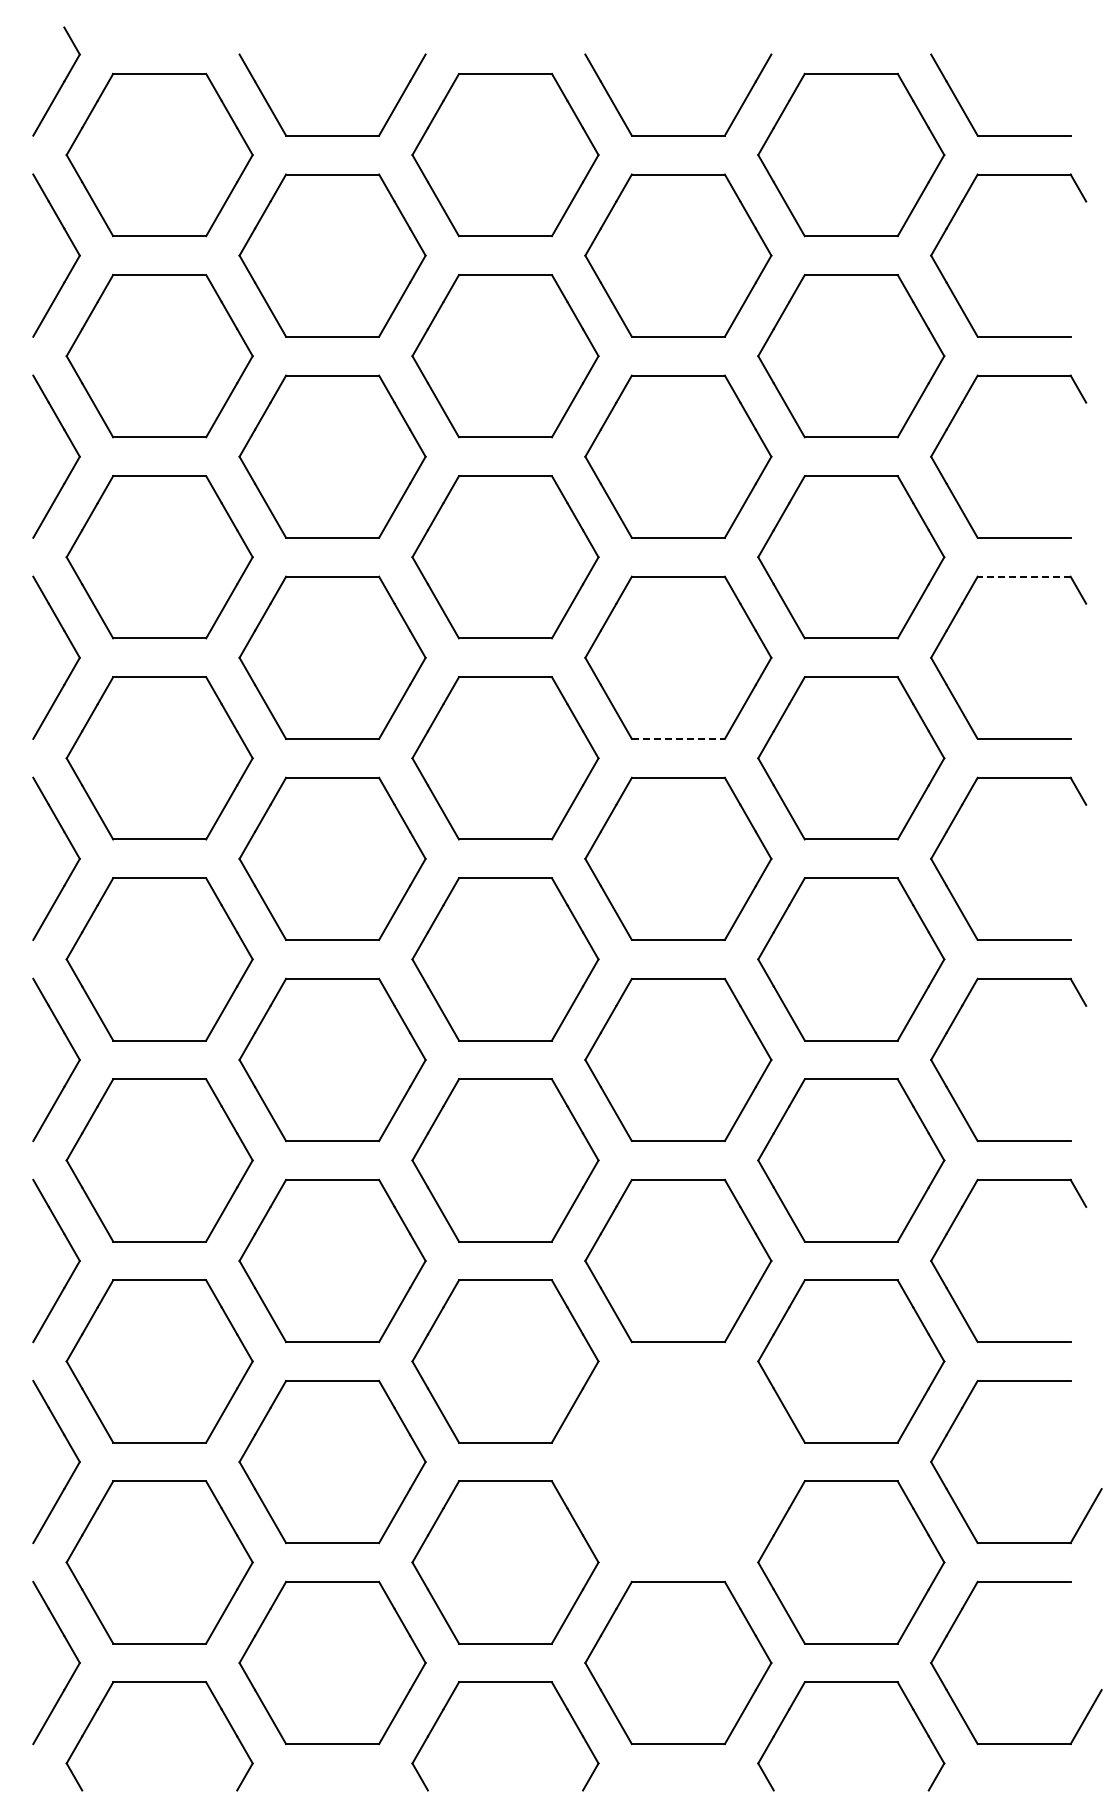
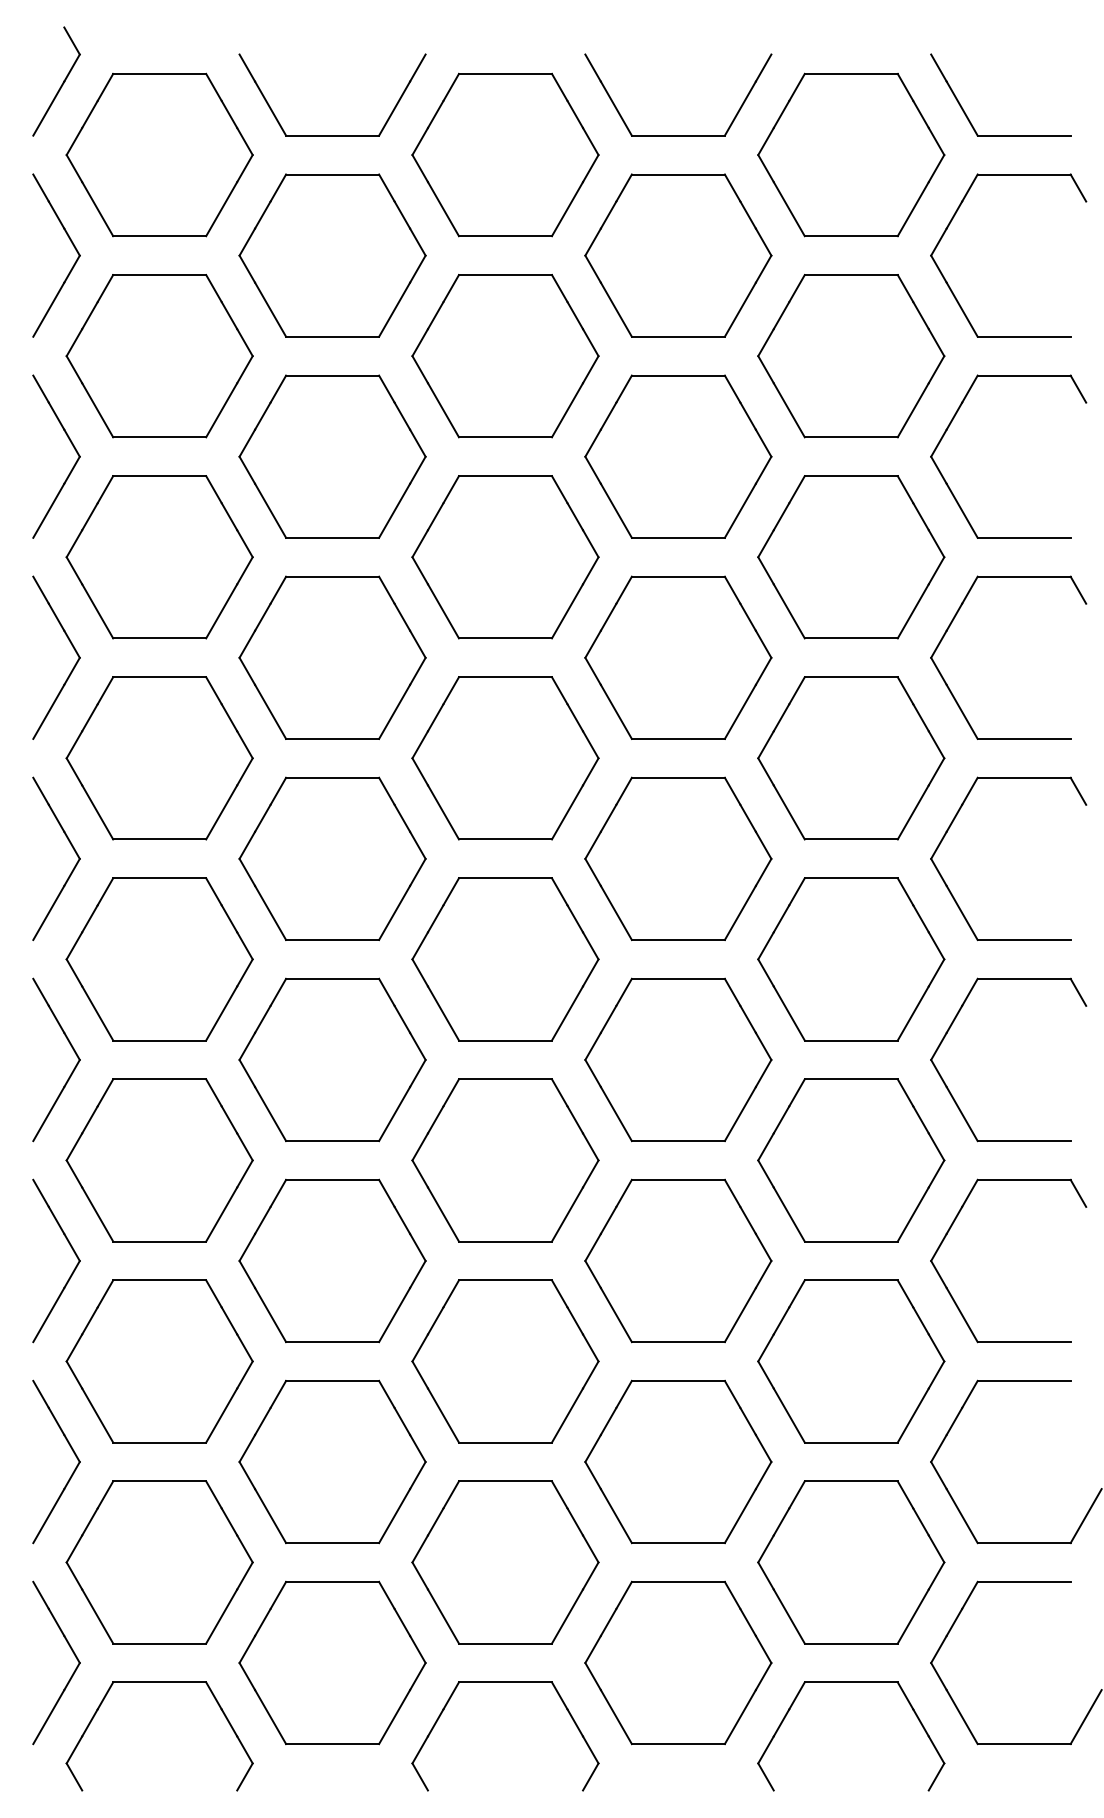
line at (1024, 576): dashed -> solid
line at (678, 738): dashed -> solid
part at (678, 1461): none -> present
